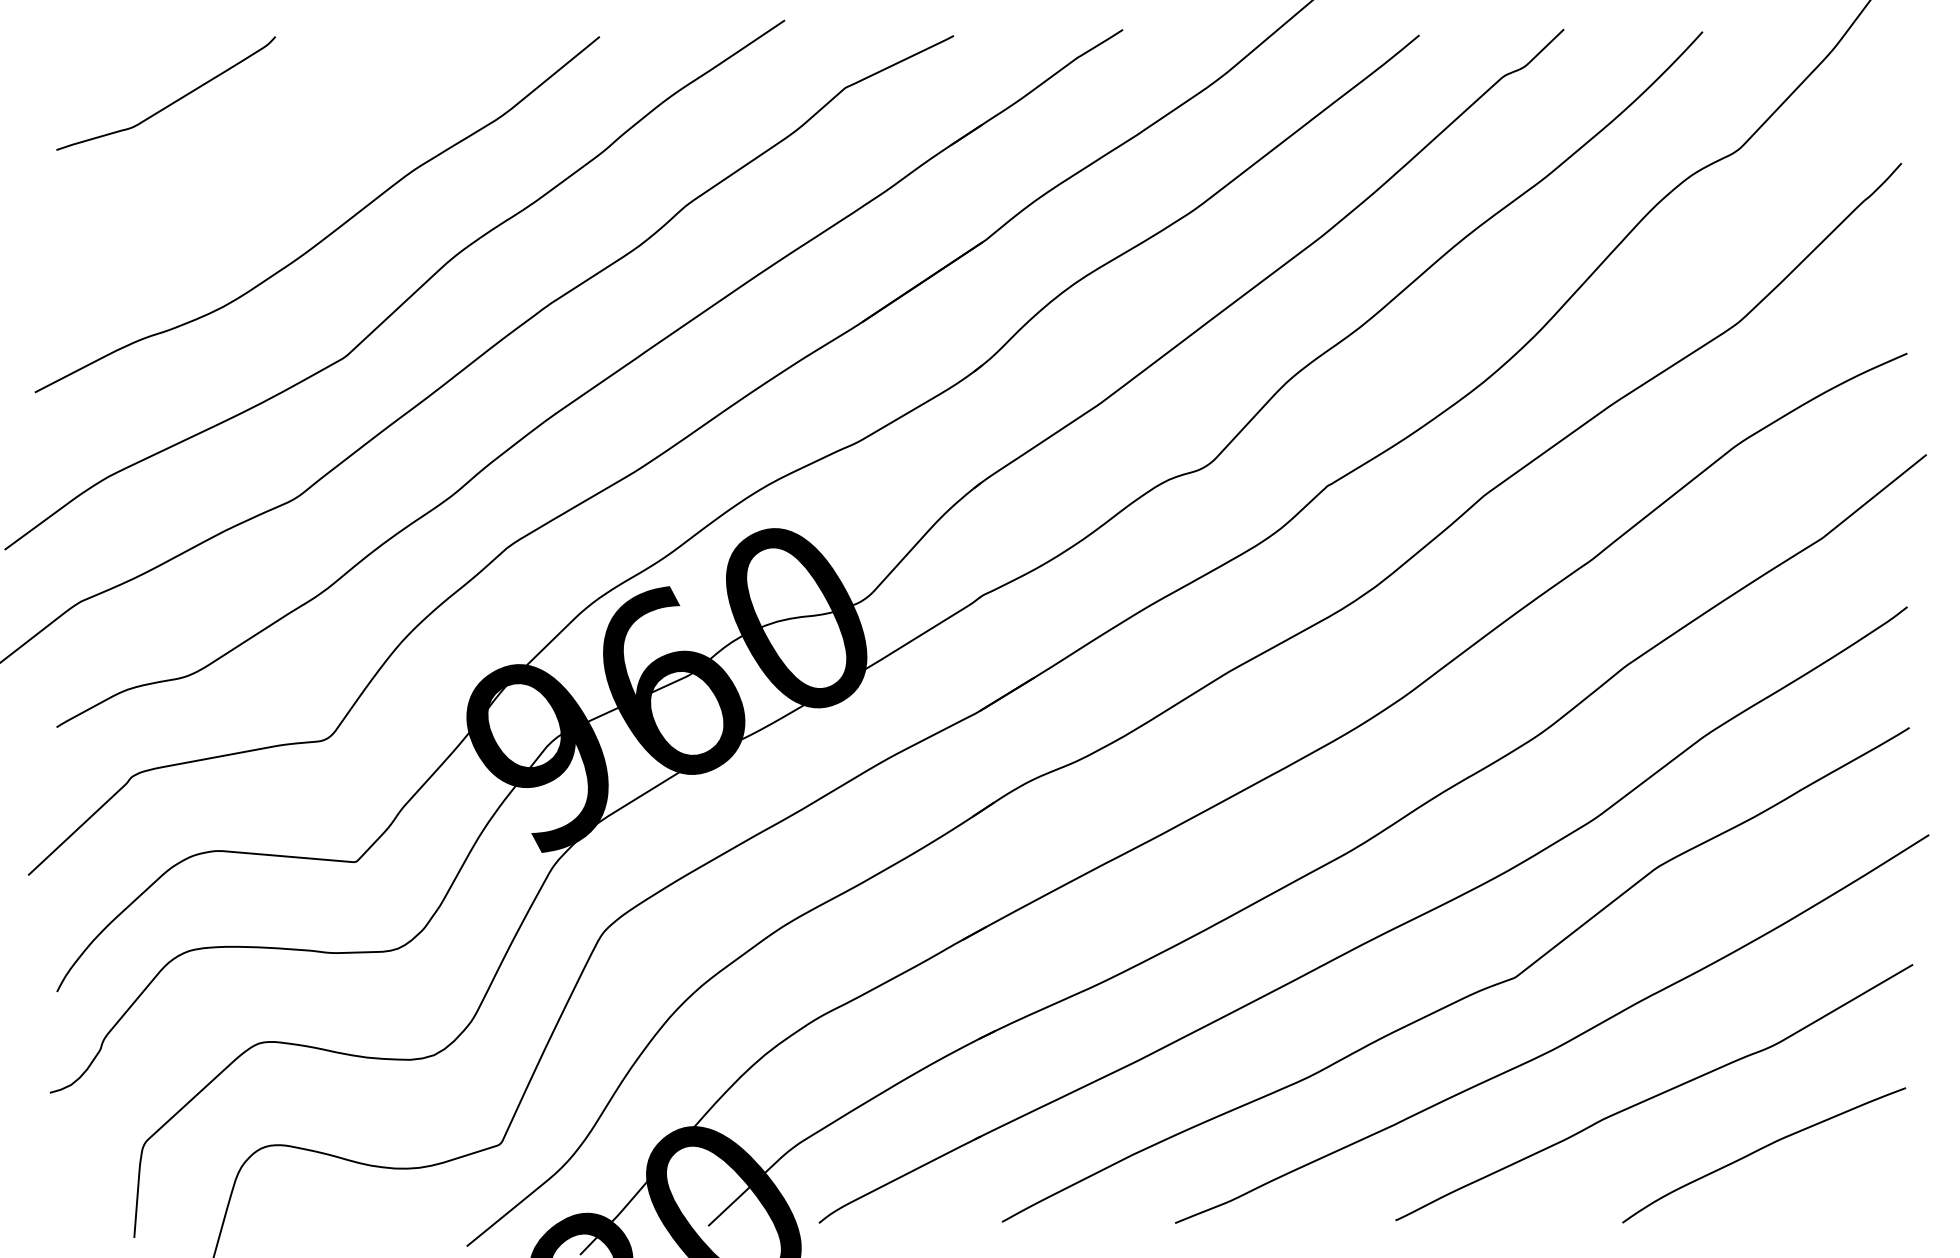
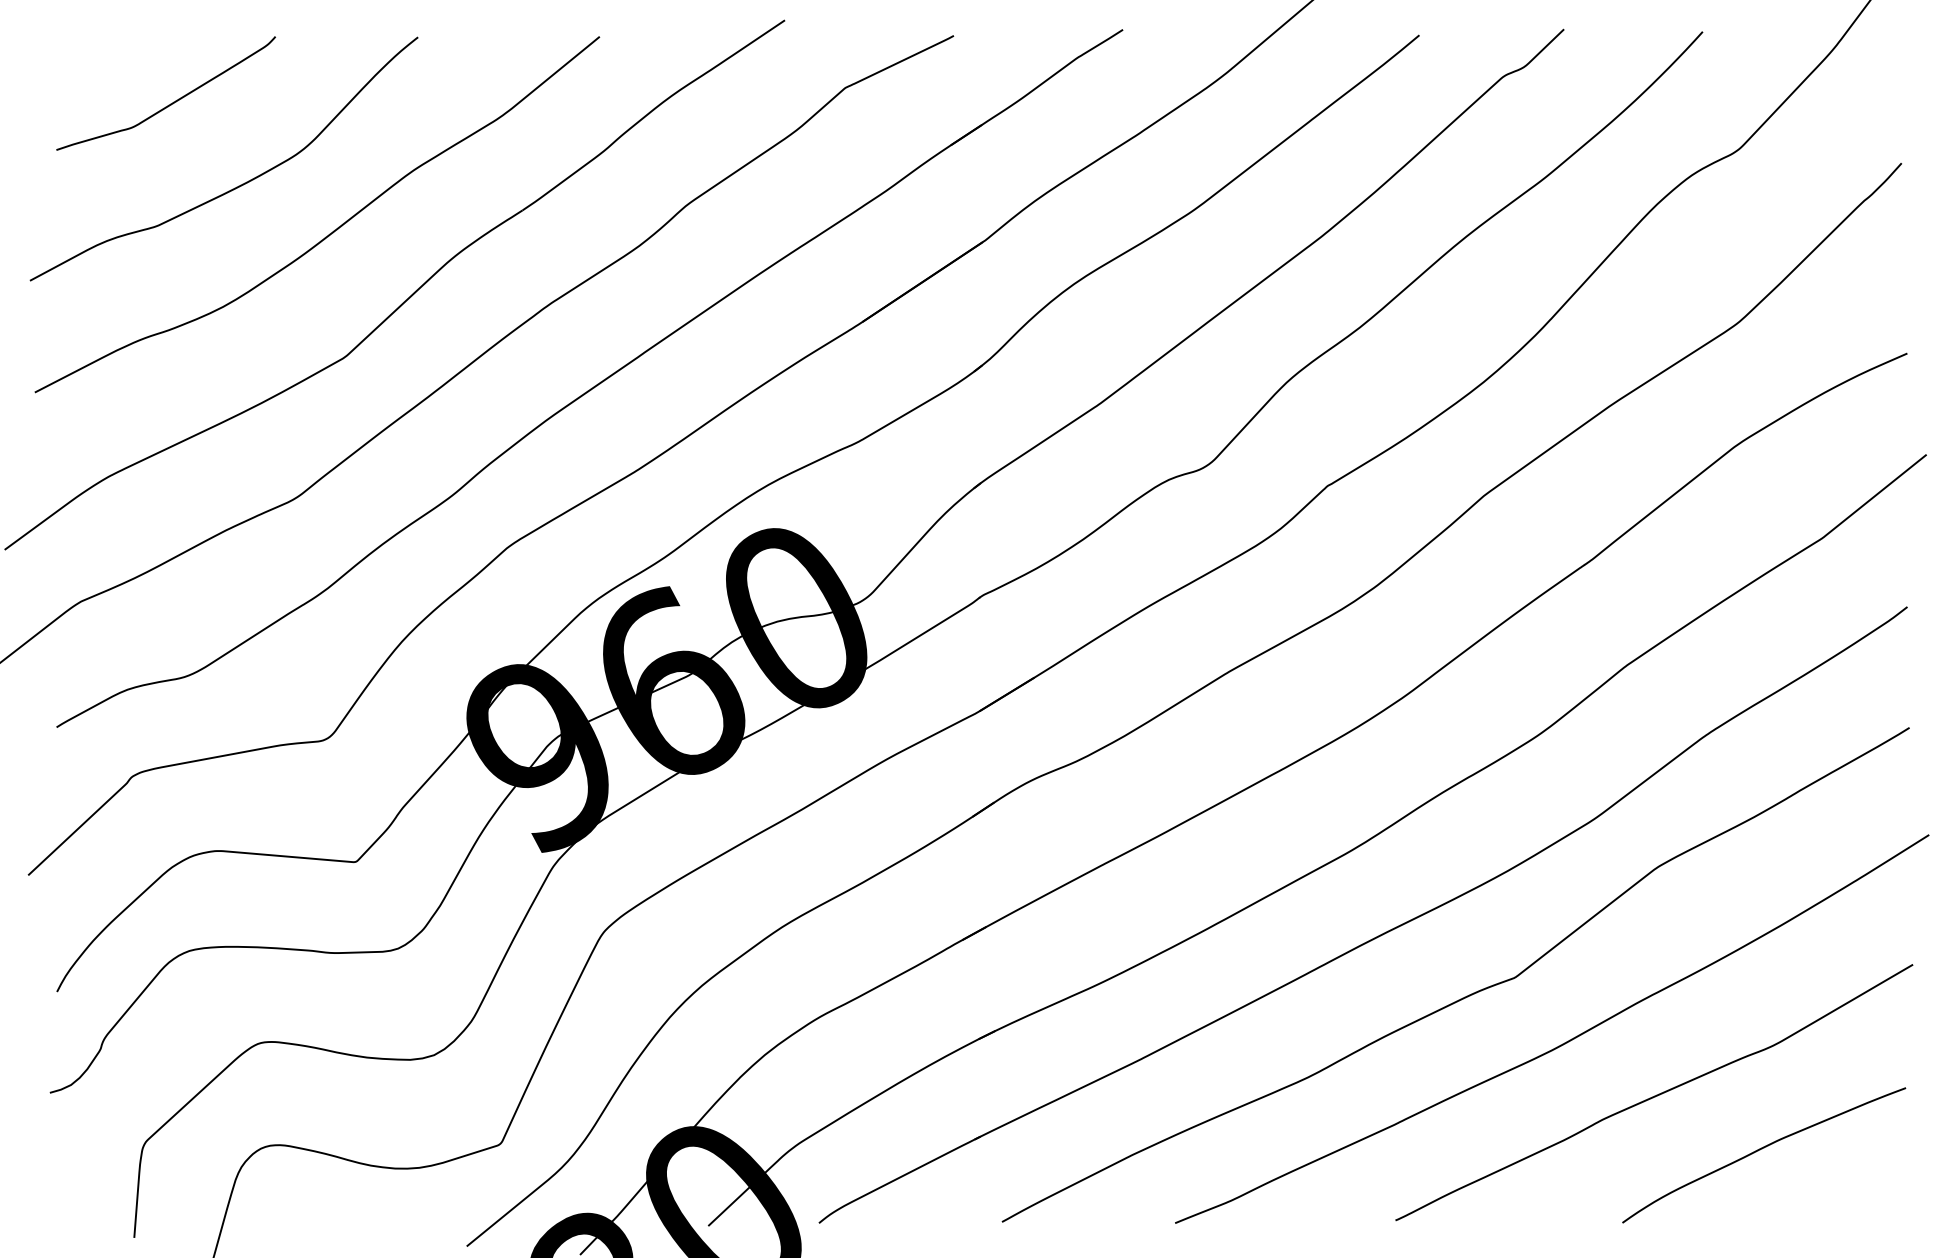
curve at (236, 186): none -> present
